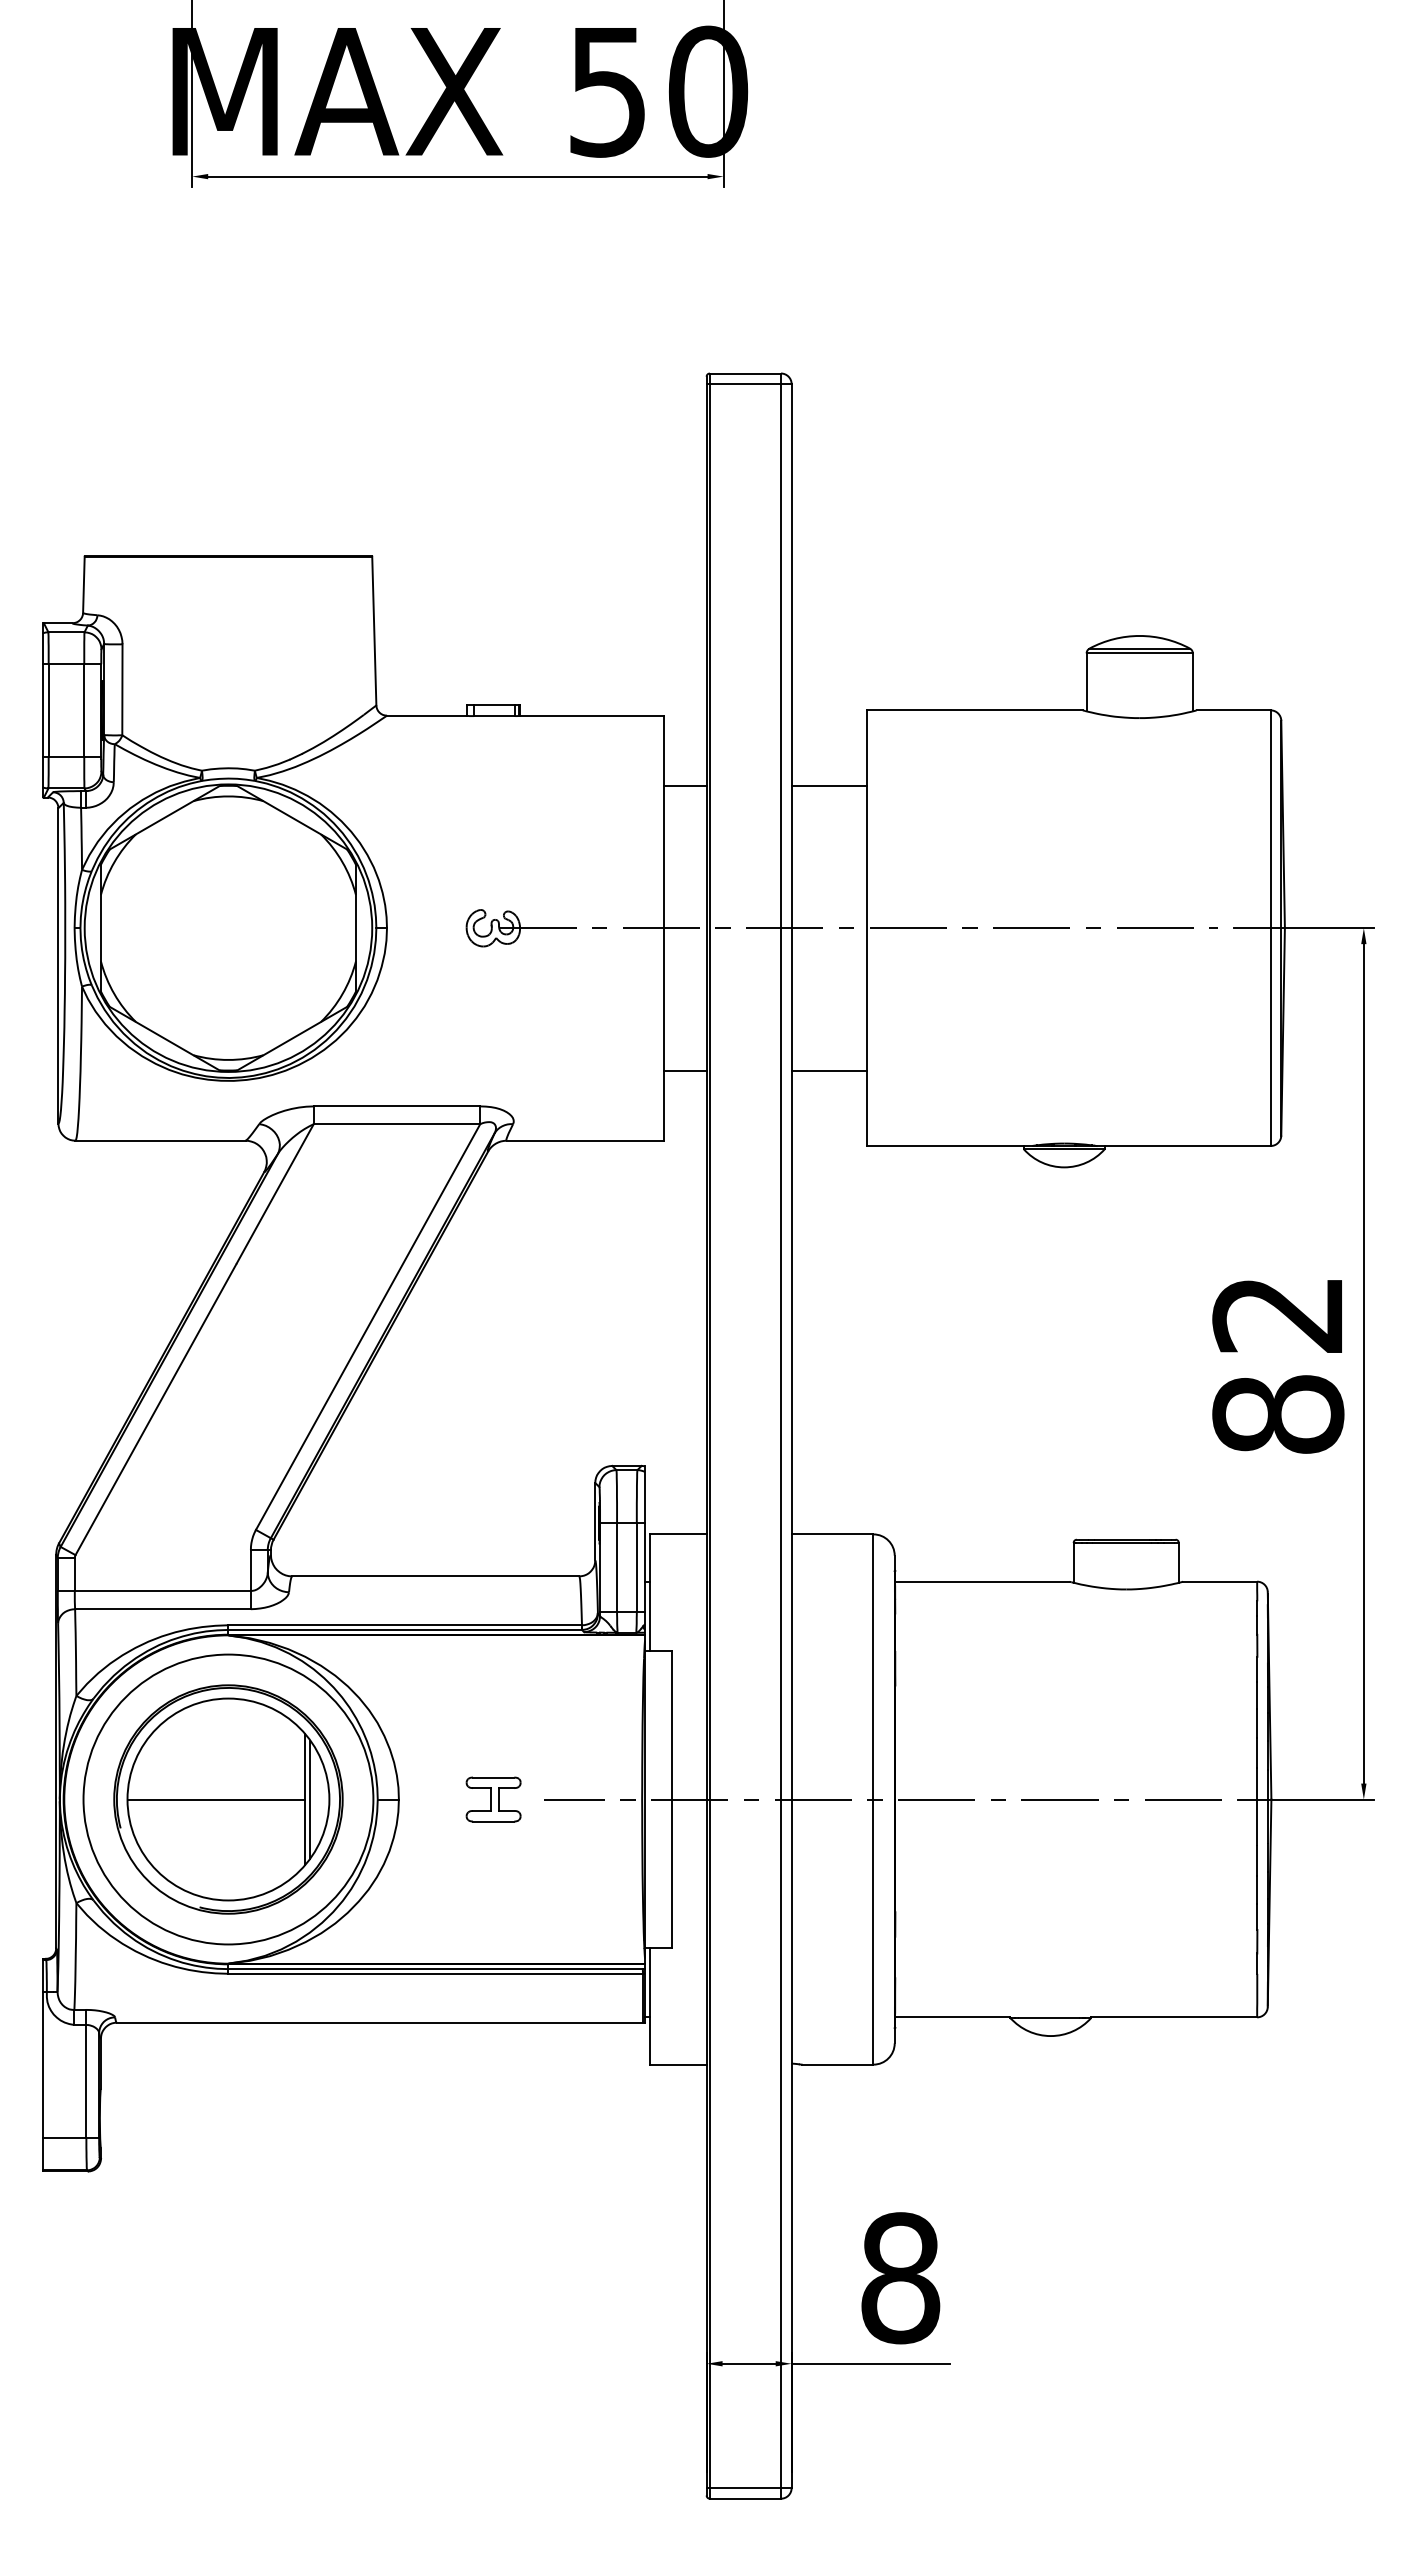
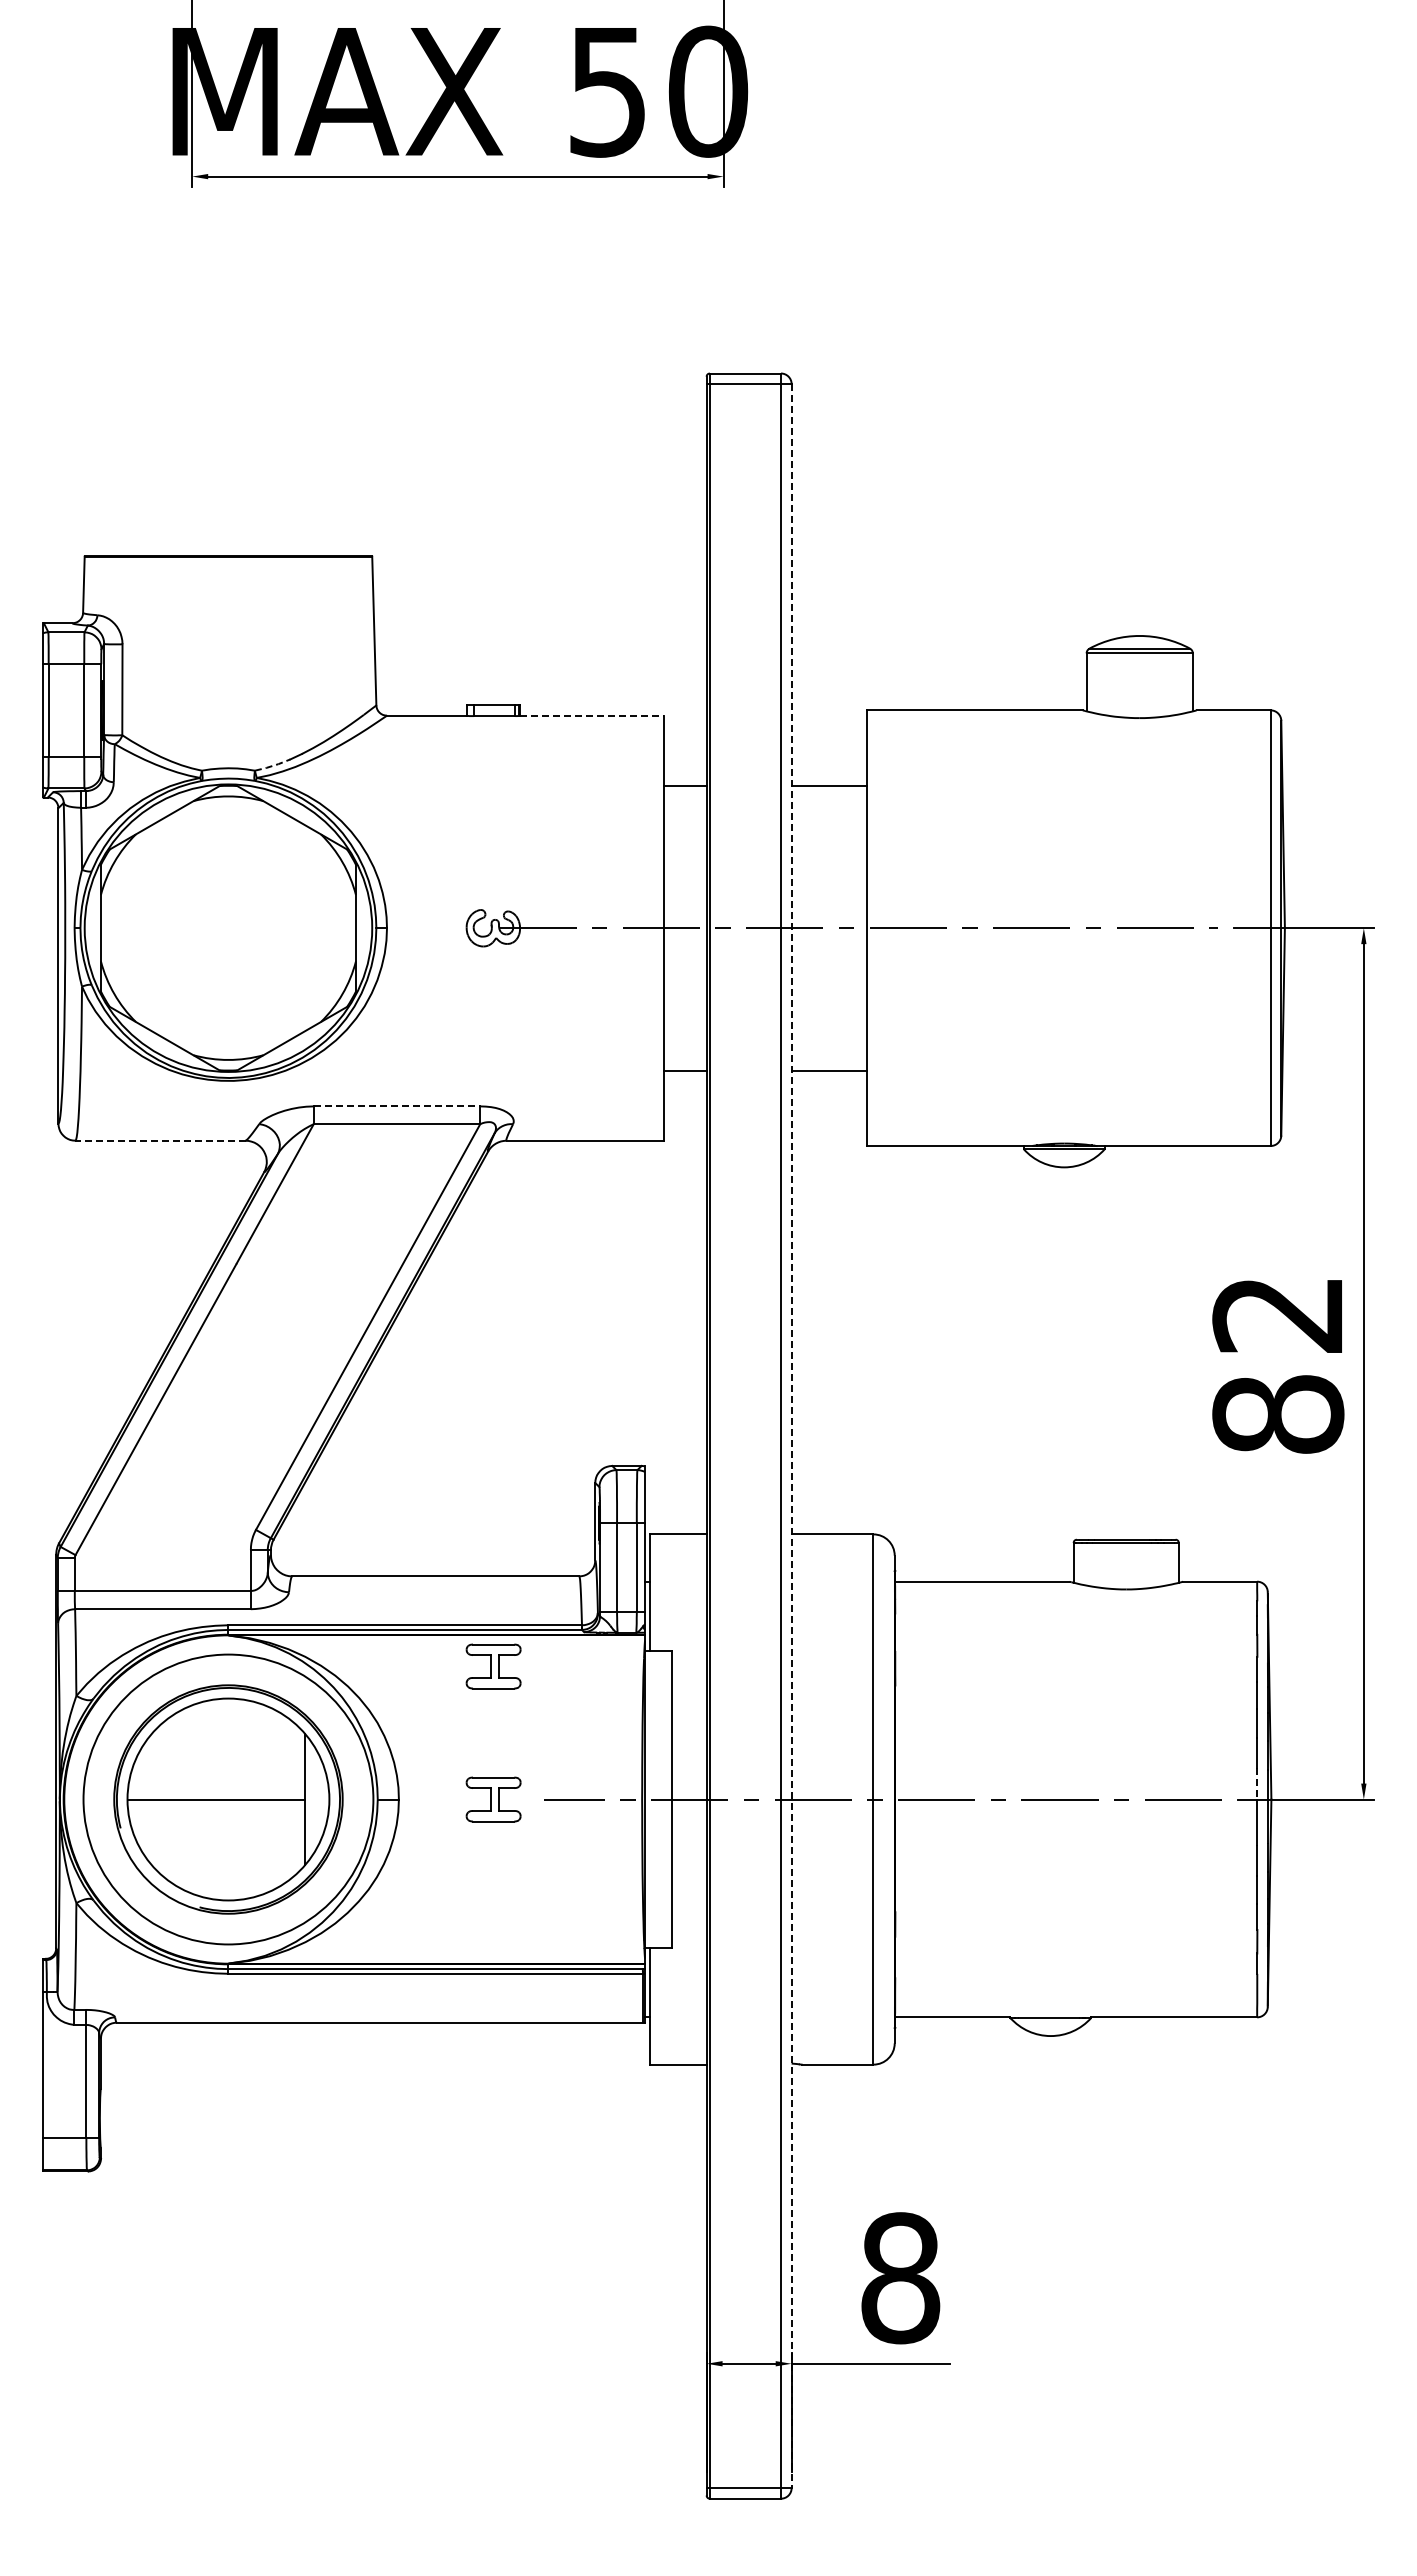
line at (592, 715): solid -> dashed
line at (273, 765): solid -> dashed
line at (397, 1106): solid -> dashed
line at (160, 1140): solid -> dashed
line at (791, 1436): solid -> dashed
part at (493, 1666): none -> present
line at (1257, 1783): solid -> dashed
line at (310, 1799): present -> none
